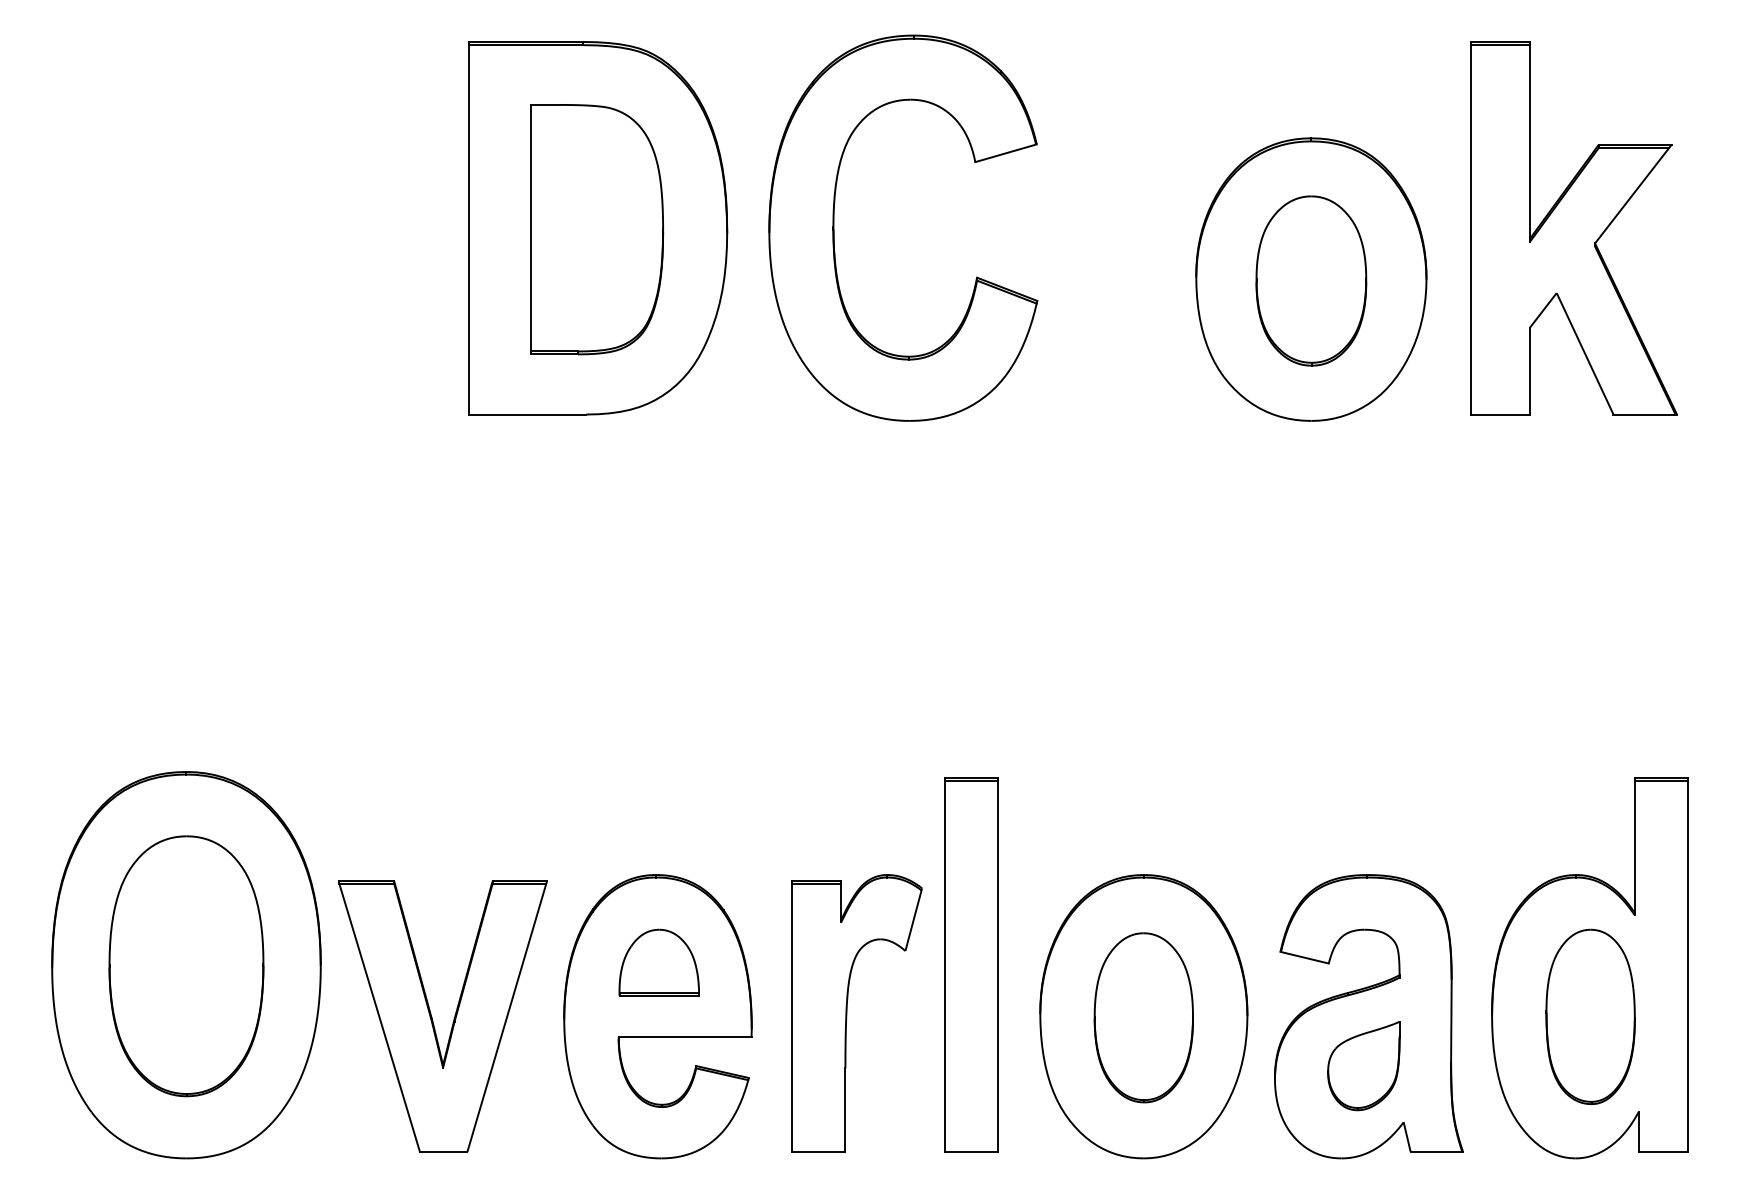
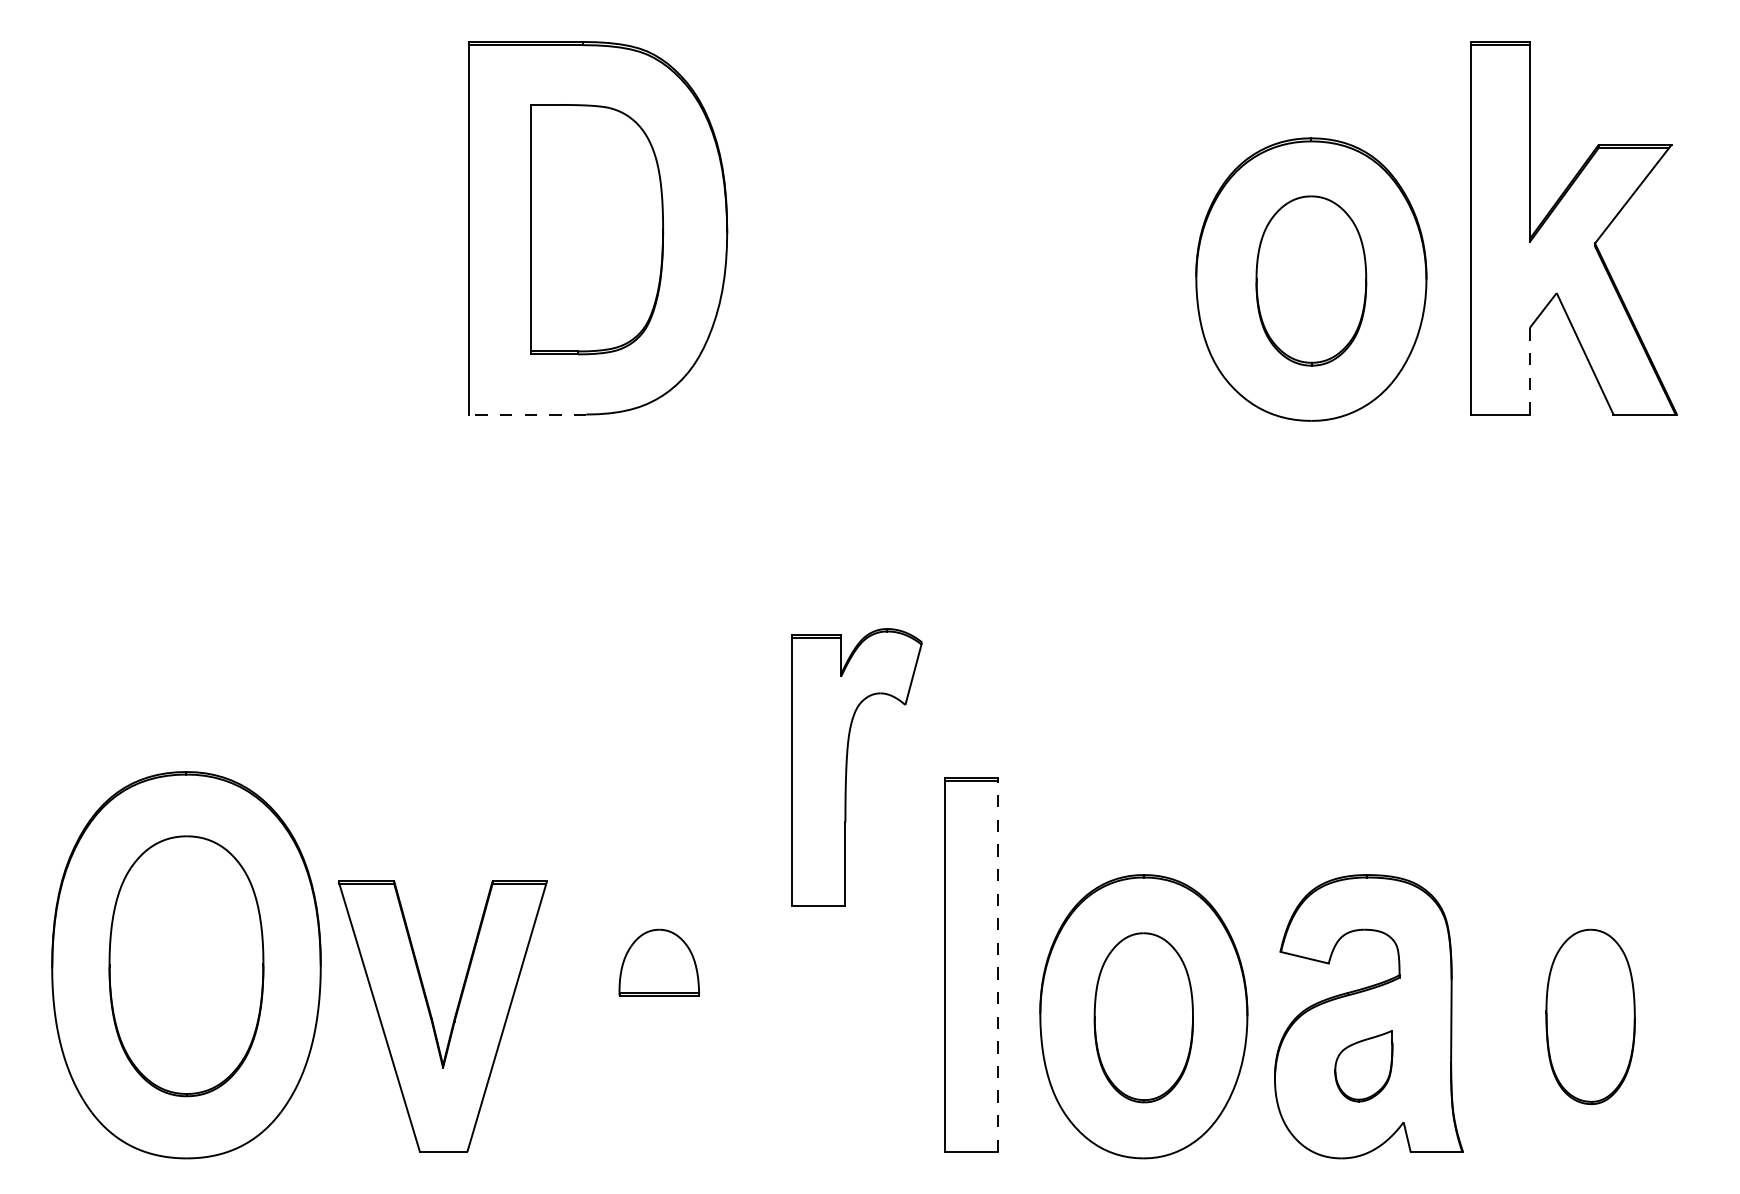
part at (834, 227): present -> none
line at (1529, 370): solid -> dashed
line at (527, 414): solid -> dashed
line at (998, 965): solid -> dashed
part at (1589, 968): present -> none
part at (847, 1013) position: (847, 1013) -> (847, 767)
part at (657, 1016): present -> none
part at (1363, 1066) size: 74x91 px -> 60x73 px
